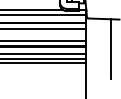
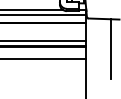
line at (44, 28): present -> none
line at (44, 54): present -> none
line at (44, 63): present -> none
